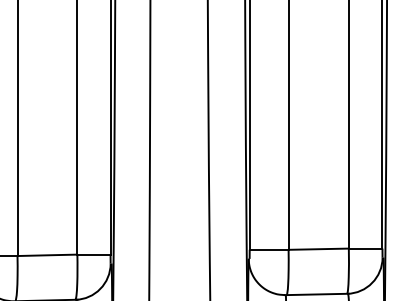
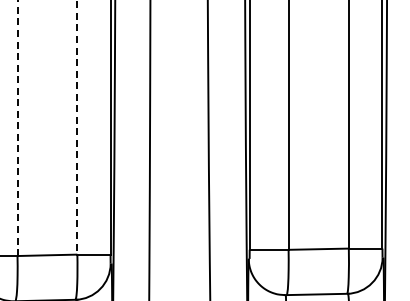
line at (77, 127): solid -> dashed
line at (17, 128): solid -> dashed
